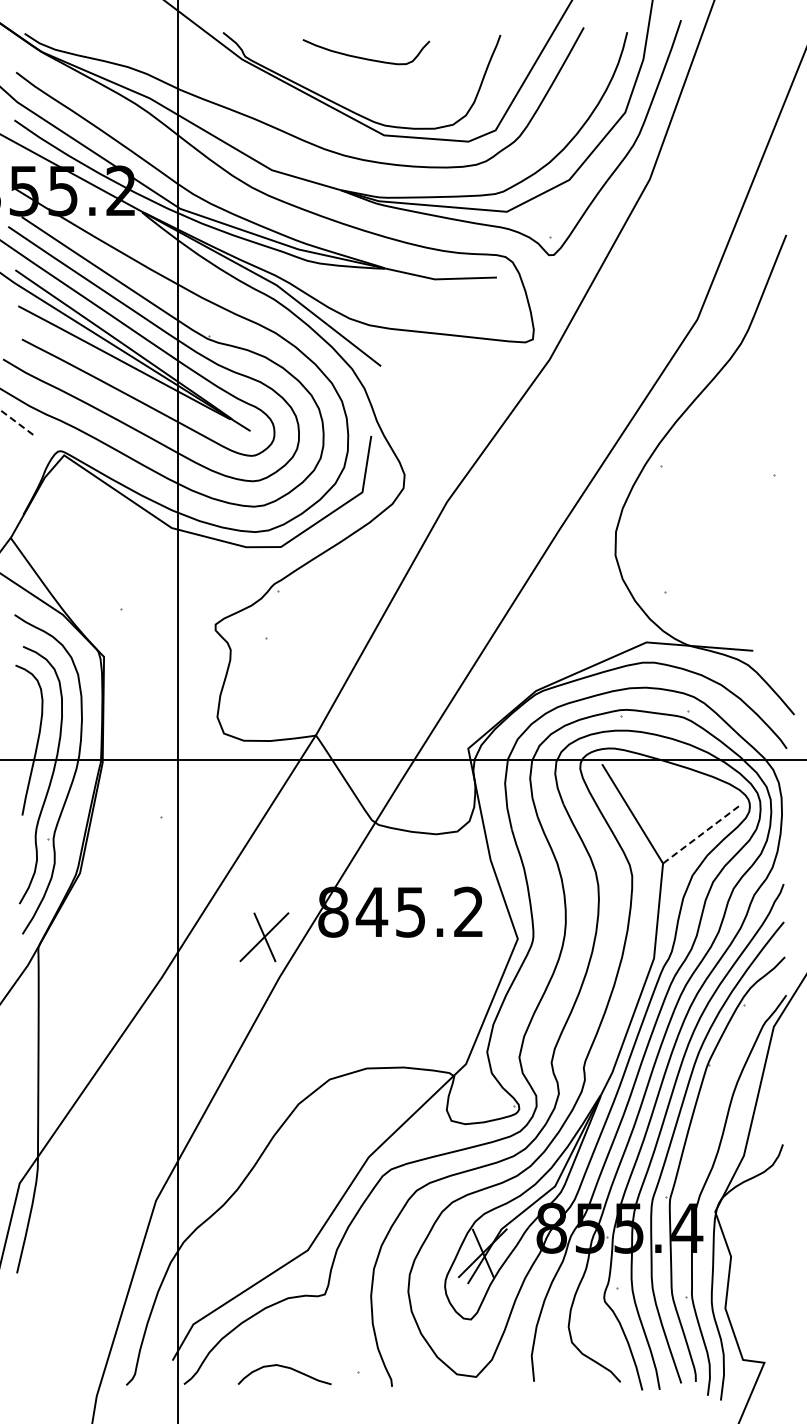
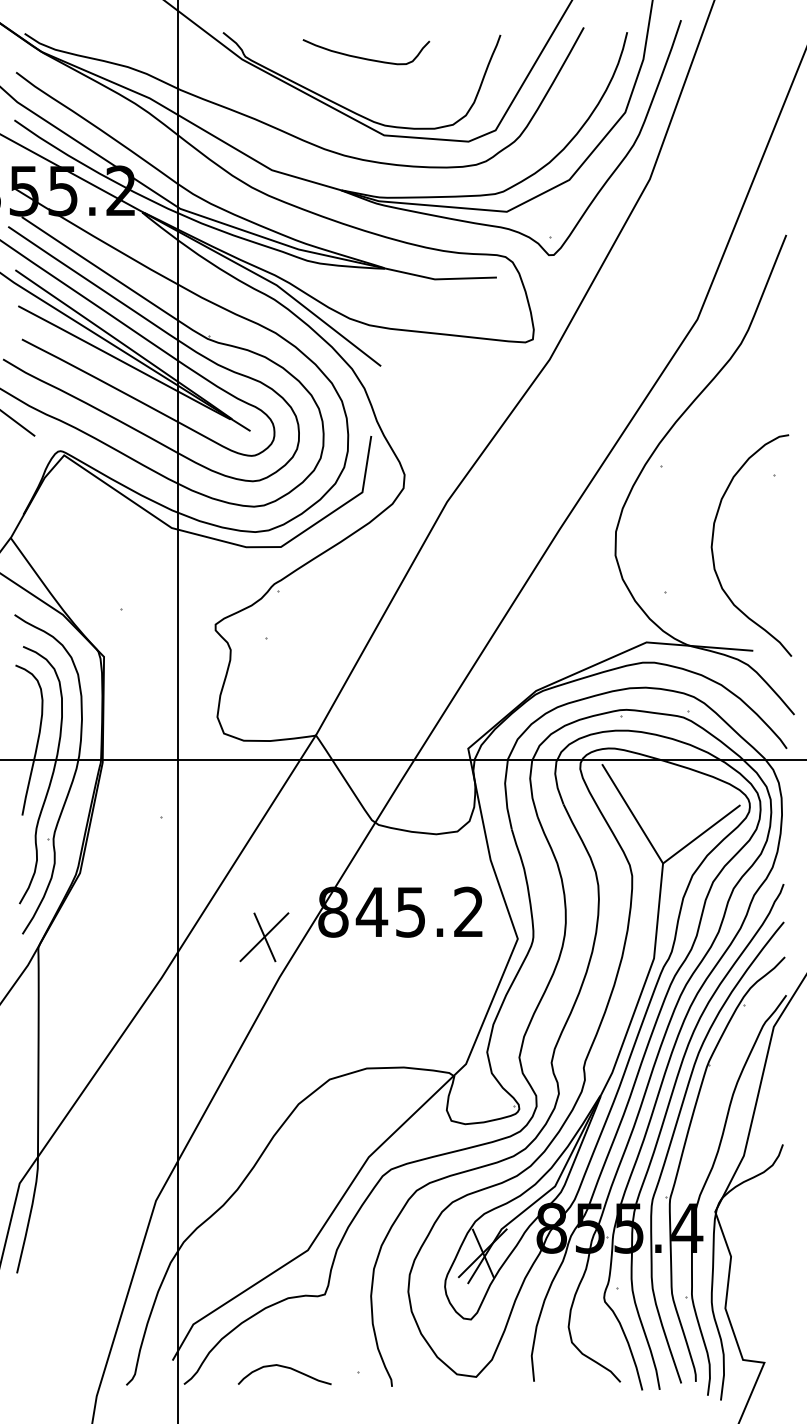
line at (17, 423): dashed -> solid
curve at (713, 542): none -> present
line at (702, 834): dashed -> solid
